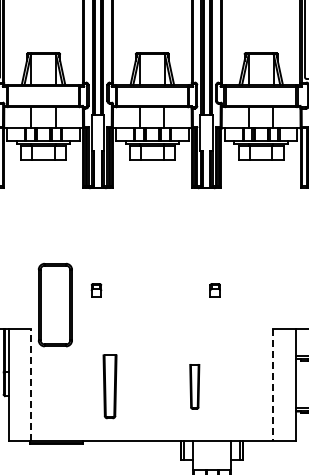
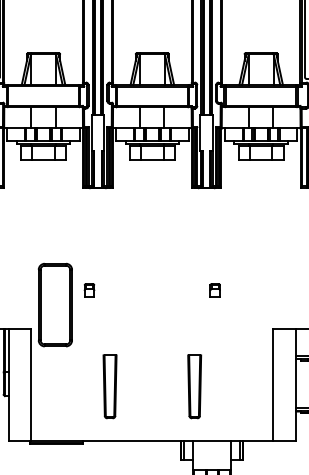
part at (96, 290) position: (96, 290) -> (89, 290)
line at (31, 385): dashed -> solid
line at (273, 385): dashed -> solid
part at (194, 386) size: 12x46 px -> 16x66 px
